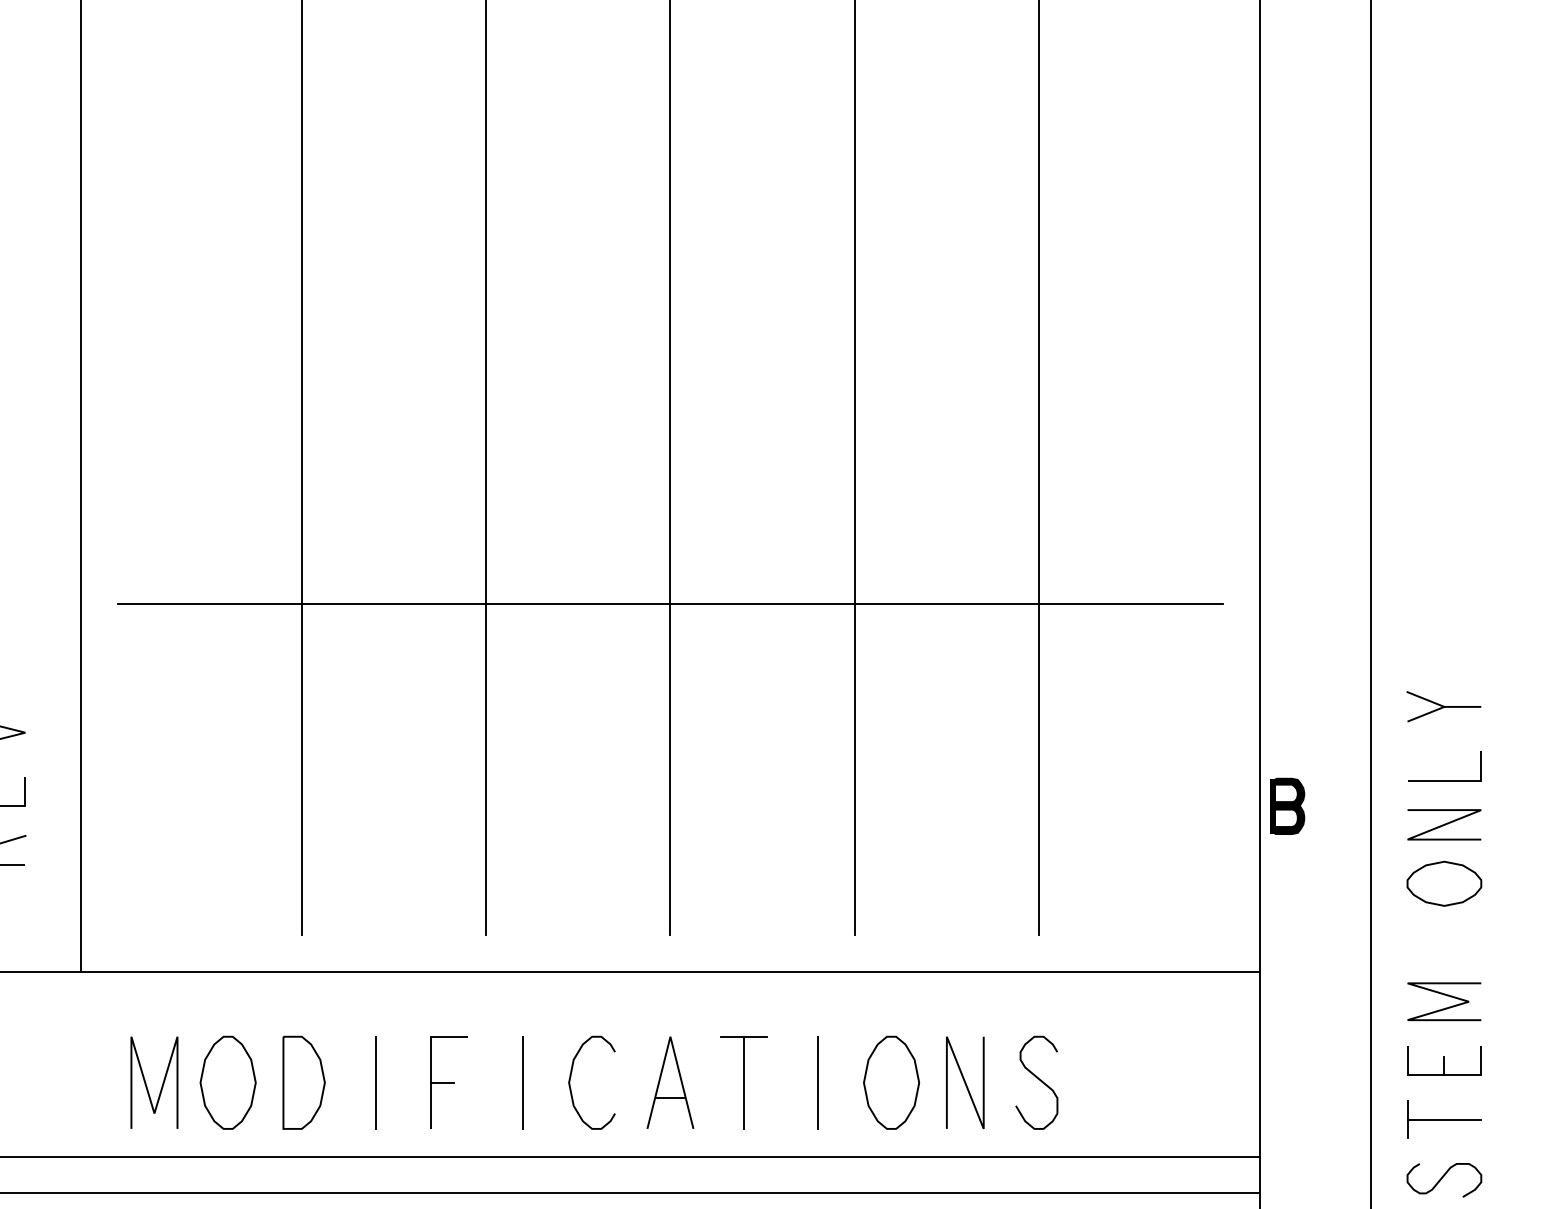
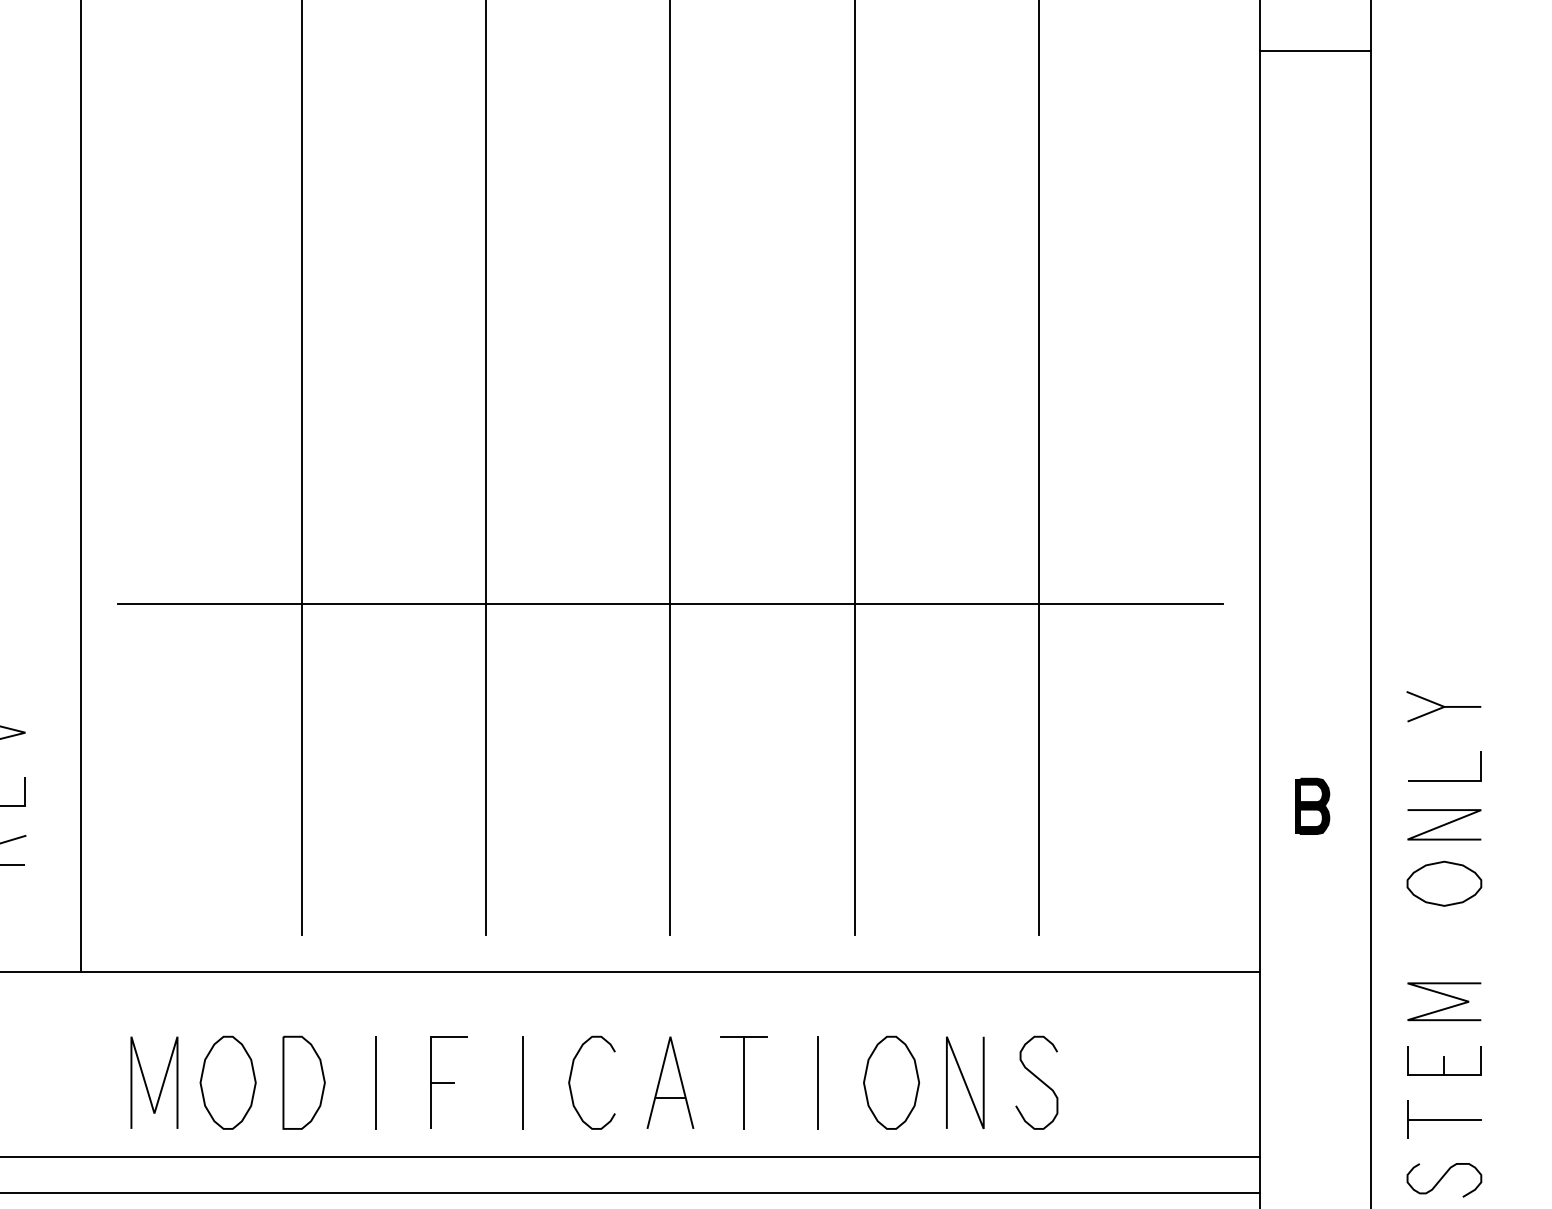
line at (1315, 50): none -> present
part at (1287, 805) position: (1287, 805) -> (1312, 805)
